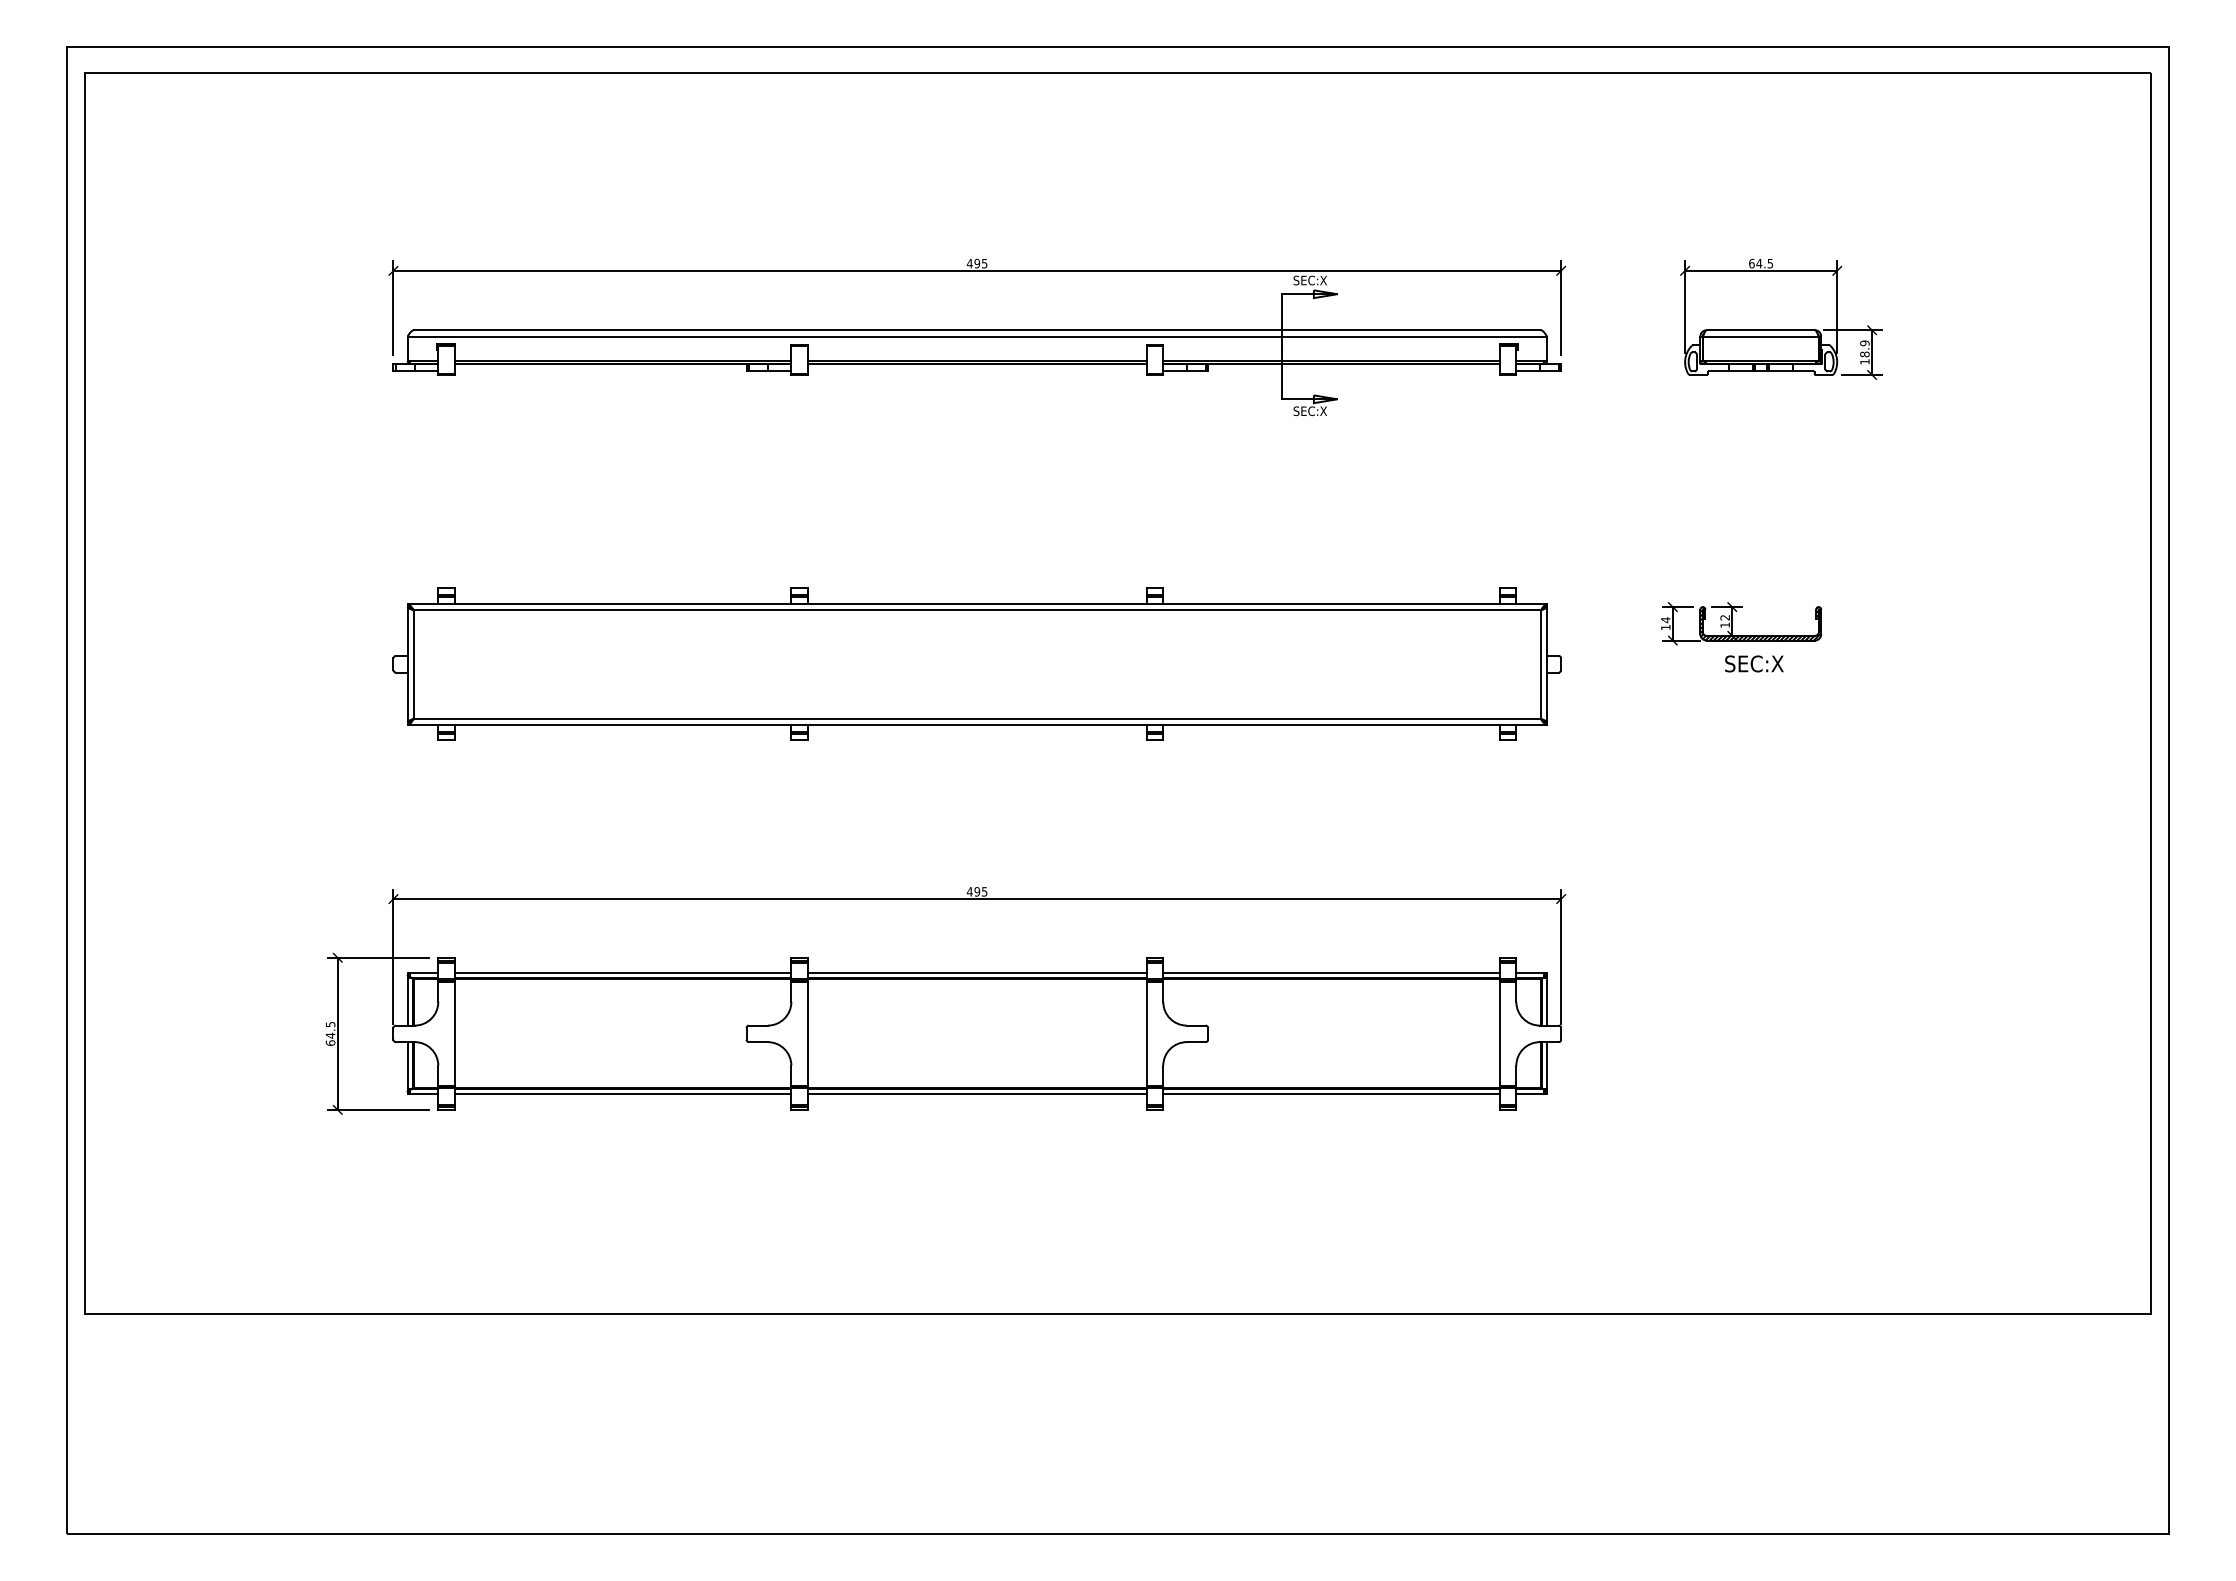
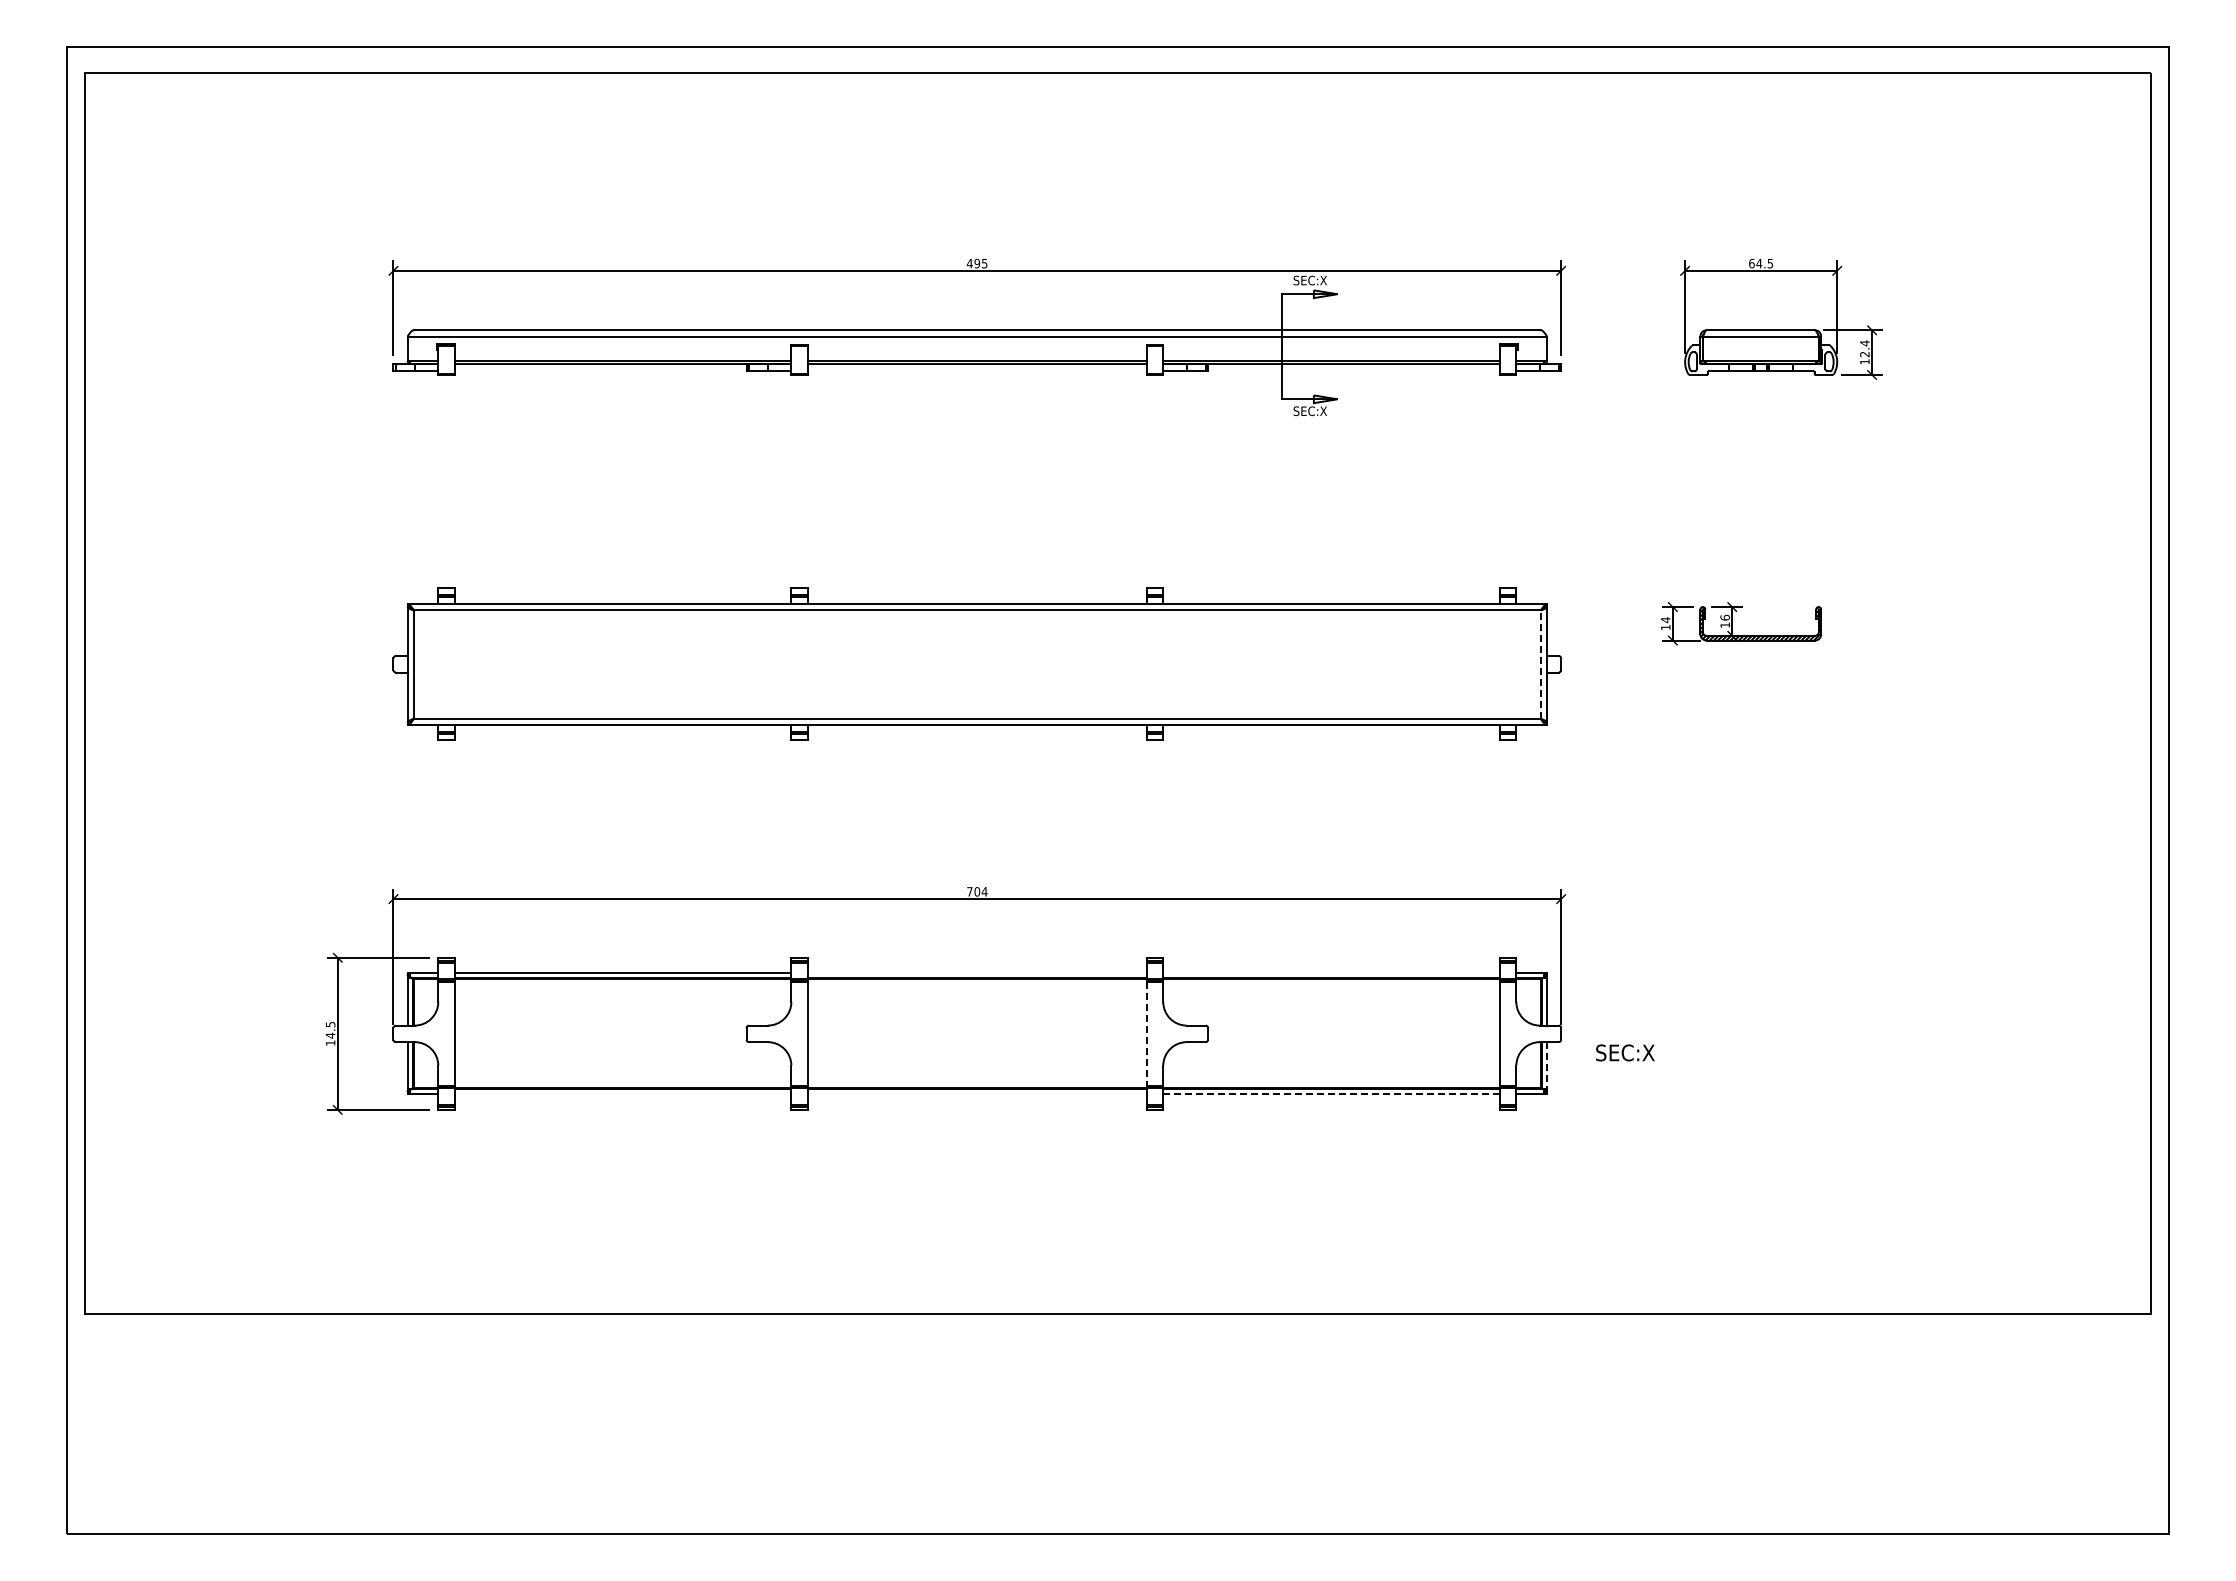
text at (1864, 348): 18.9 -> 12.4
text at (1724, 617): 12 -> 16
text at (1754, 663) position: (1754, 663) -> (1625, 1052)
line at (1540, 664): solid -> dashed
text at (976, 891): 495 -> 704
line at (976, 973): present -> none
line at (1331, 973): present -> none
line at (1146, 1034): solid -> dashed
text at (330, 1042): 64.5 -> 14.5
line at (1547, 1065): solid -> dashed
line at (622, 1093): present -> none
line at (976, 1093): present -> none
line at (1331, 1093): solid -> dashed
